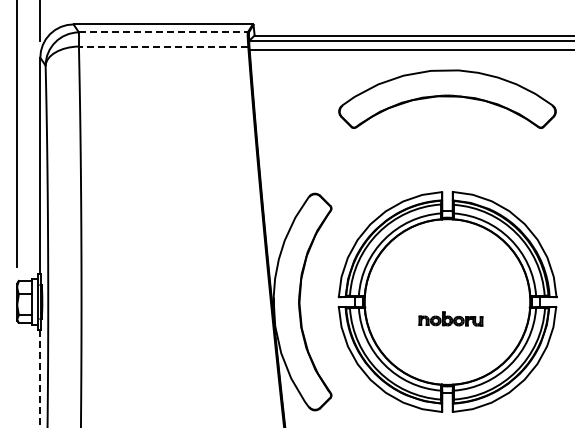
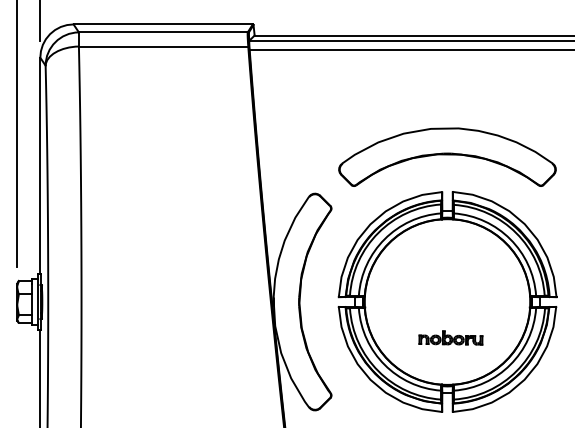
line at (163, 32): dashed -> solid
line at (163, 46): dashed -> solid
part at (447, 98) position: (447, 98) -> (447, 156)
part at (450, 318) position: (450, 318) -> (450, 337)
line at (40, 378): dashed -> solid
